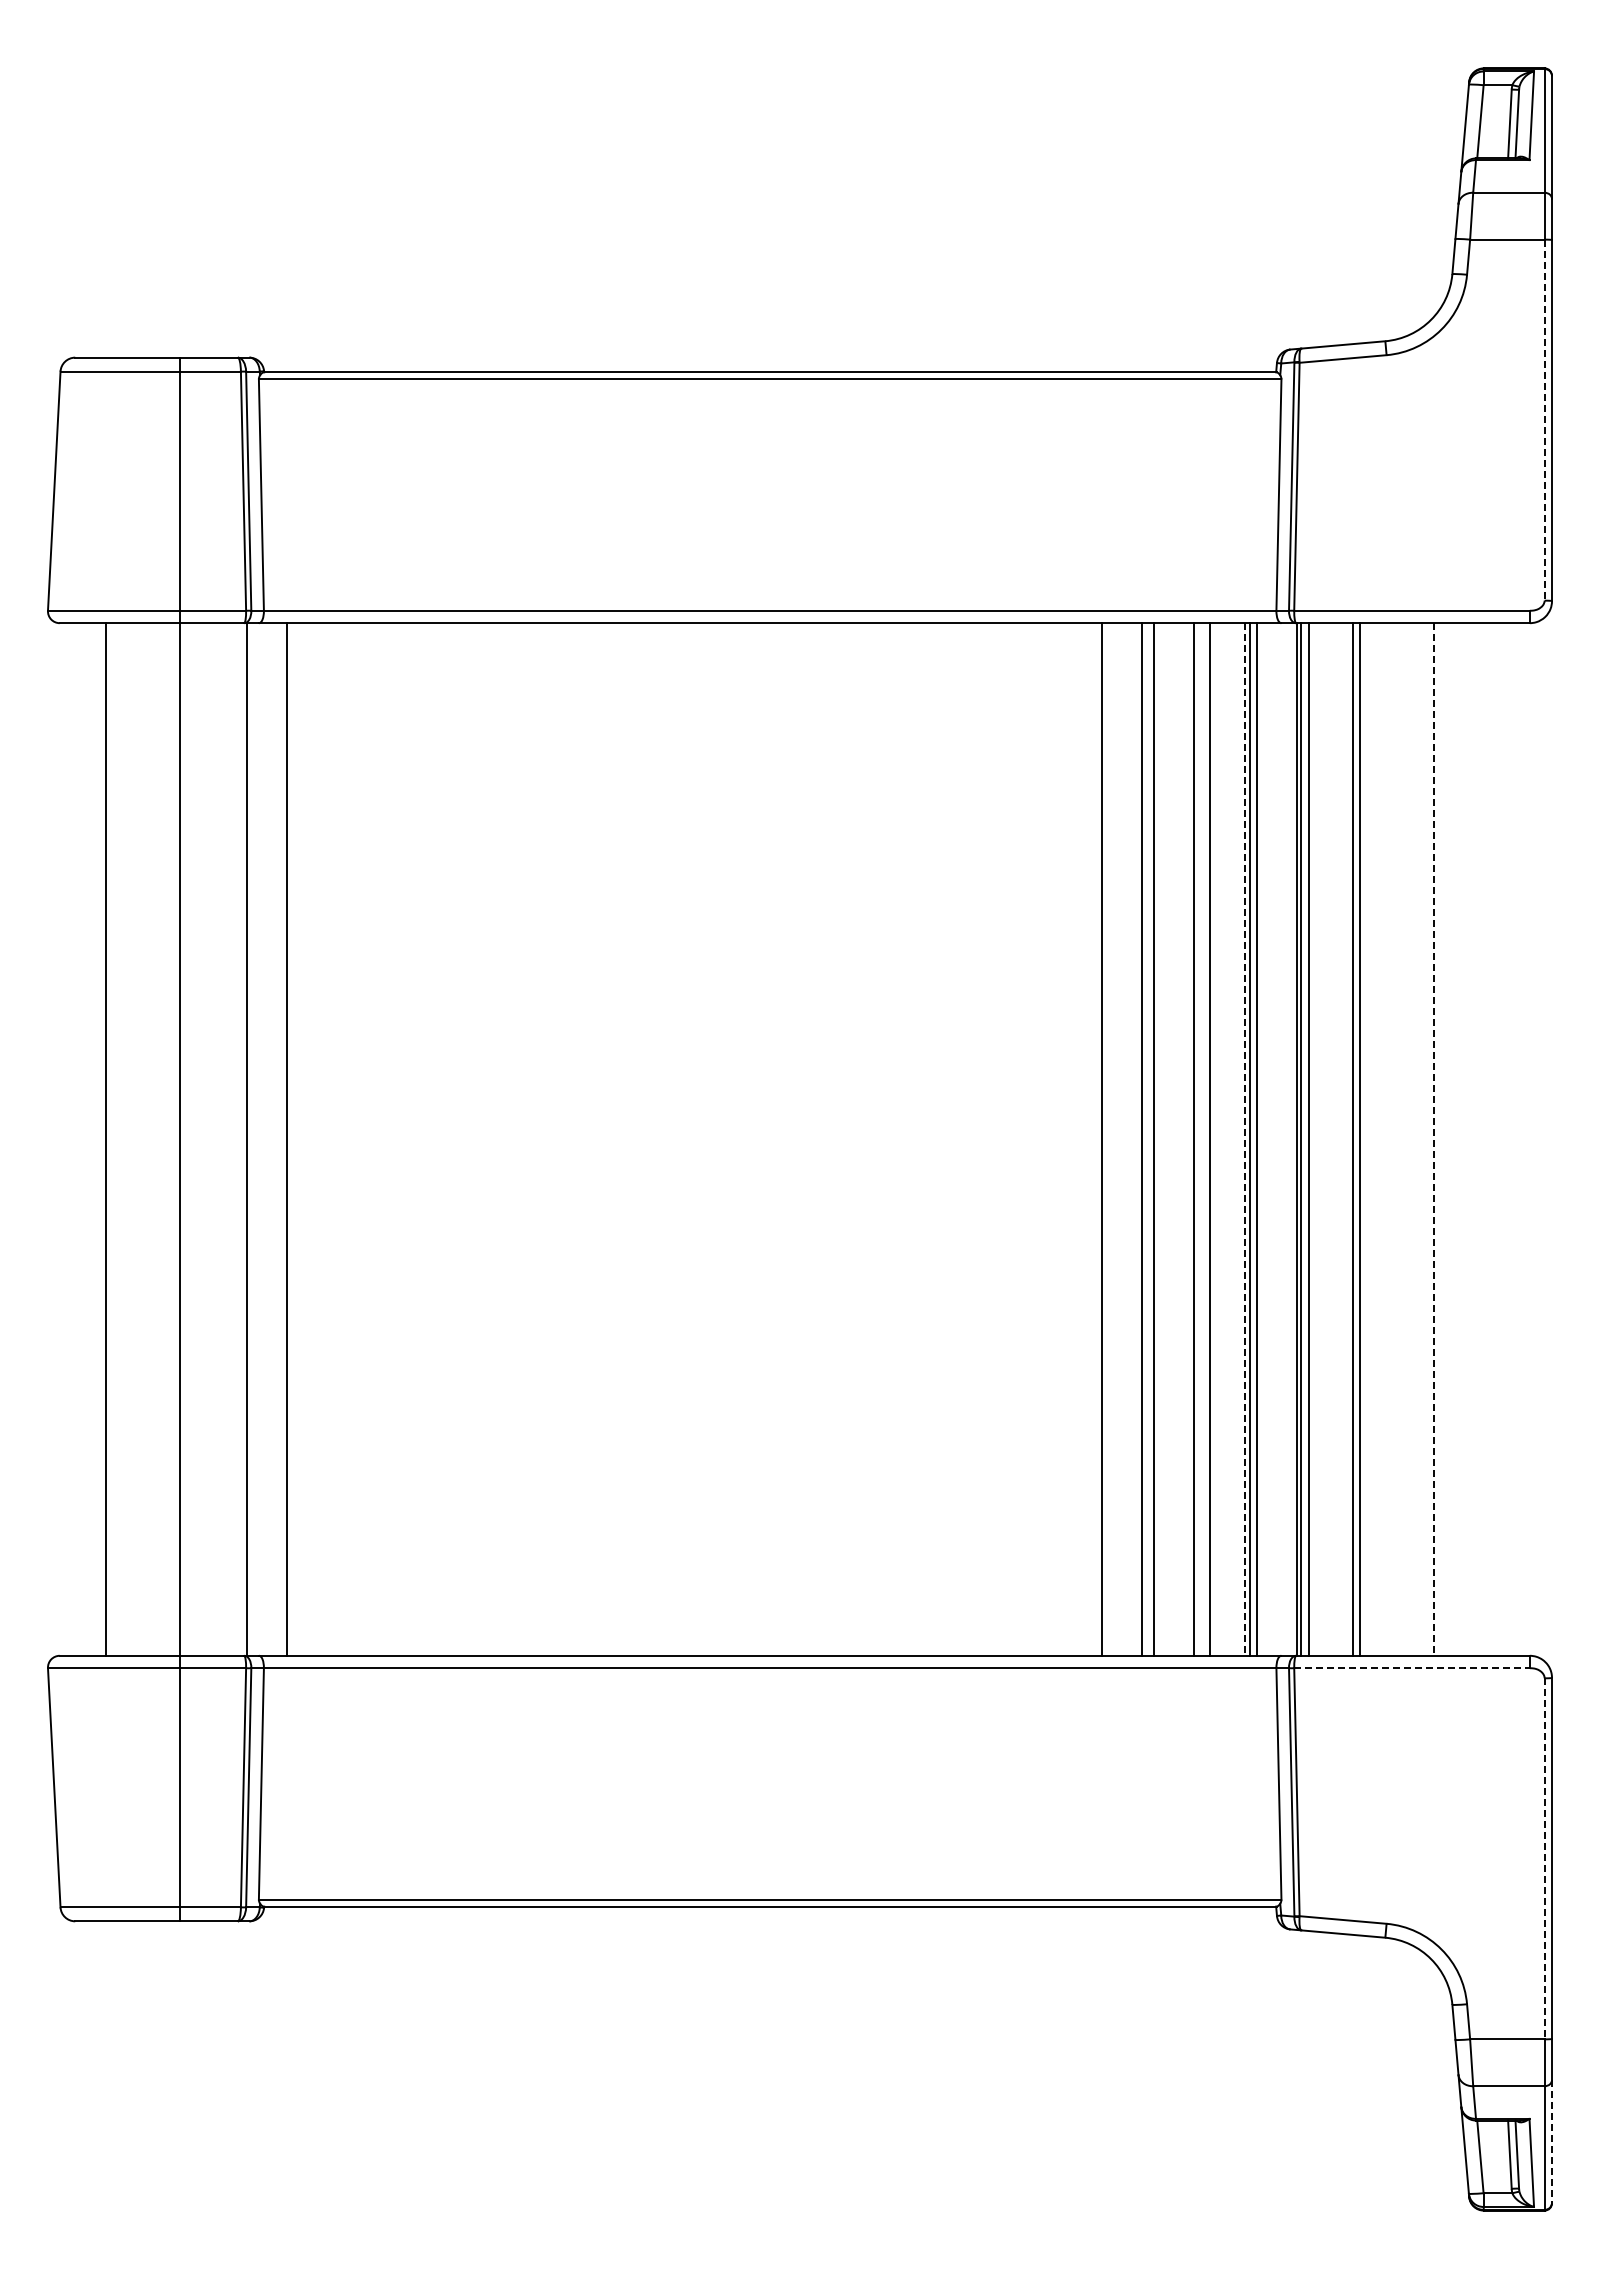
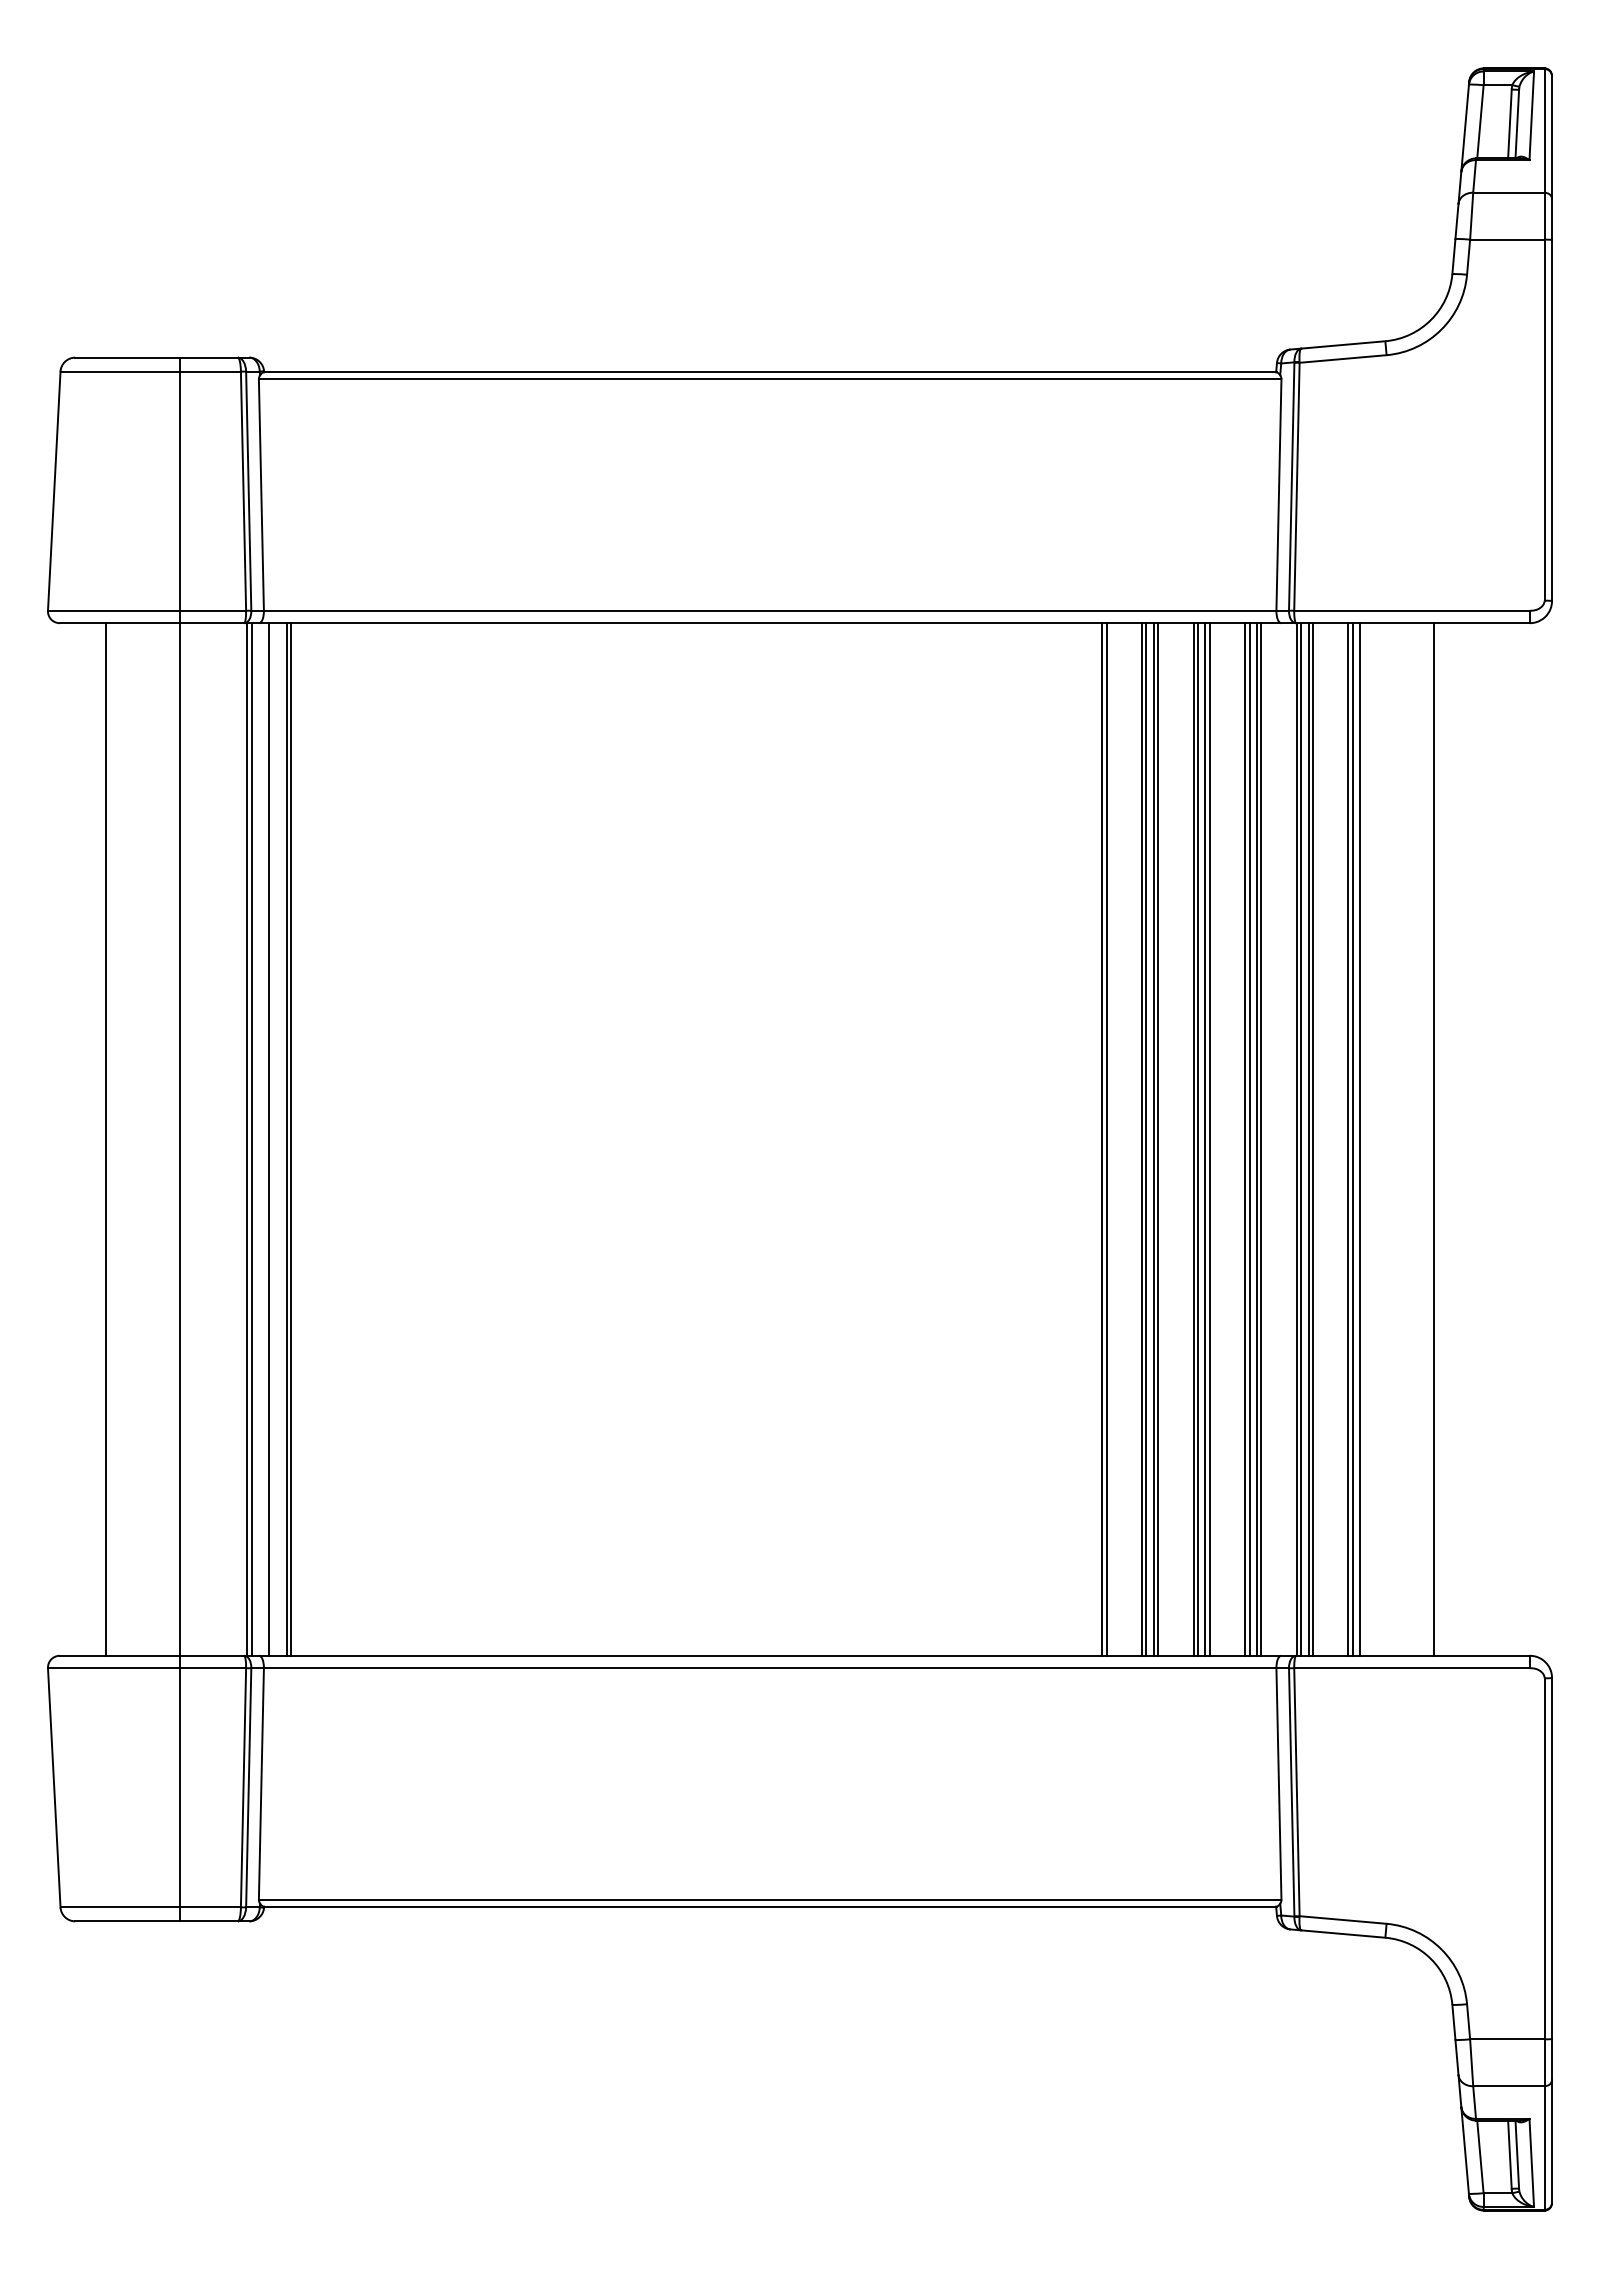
line at (1544, 420): dashed -> solid
line at (251, 1139): none -> present
line at (269, 1139): none -> present
line at (291, 1139): none -> present
line at (1106, 1139): none -> present
line at (1146, 1139): none -> present
line at (1158, 1139): none -> present
line at (1197, 1139): none -> present
line at (1205, 1139): none -> present
line at (1245, 1139): dashed -> solid
line at (1261, 1139): none -> present
line at (1313, 1139): none -> present
line at (1348, 1139): none -> present
line at (1434, 1139): dashed -> solid
line at (1412, 1668): dashed -> solid
line at (1544, 1858): dashed -> solid
line at (1552, 2141): dashed -> solid
